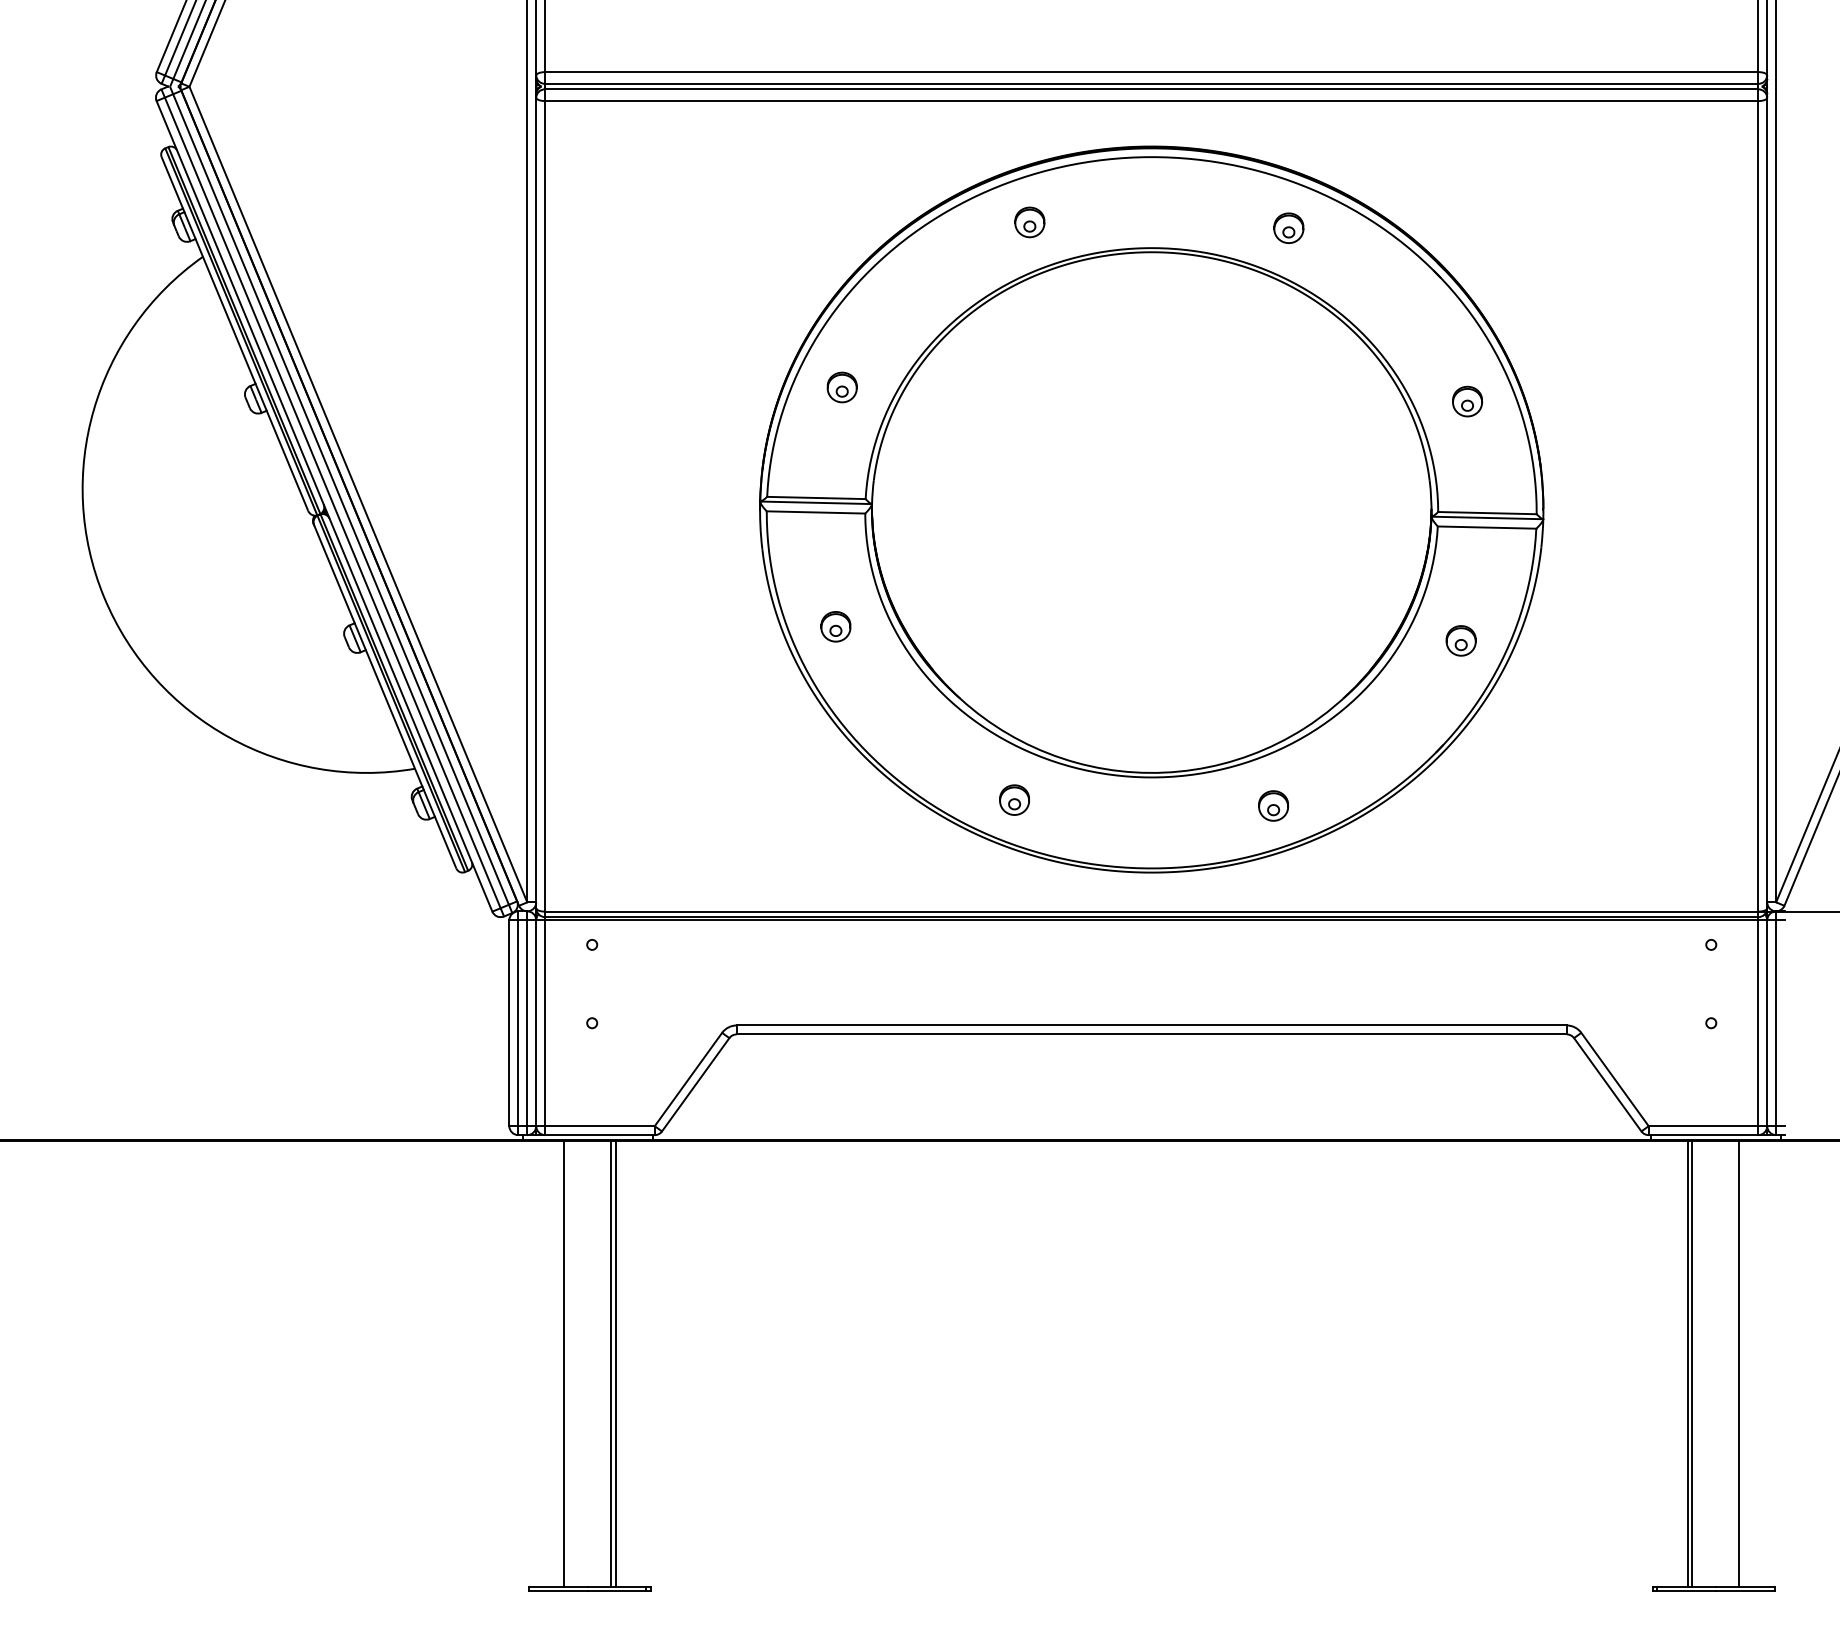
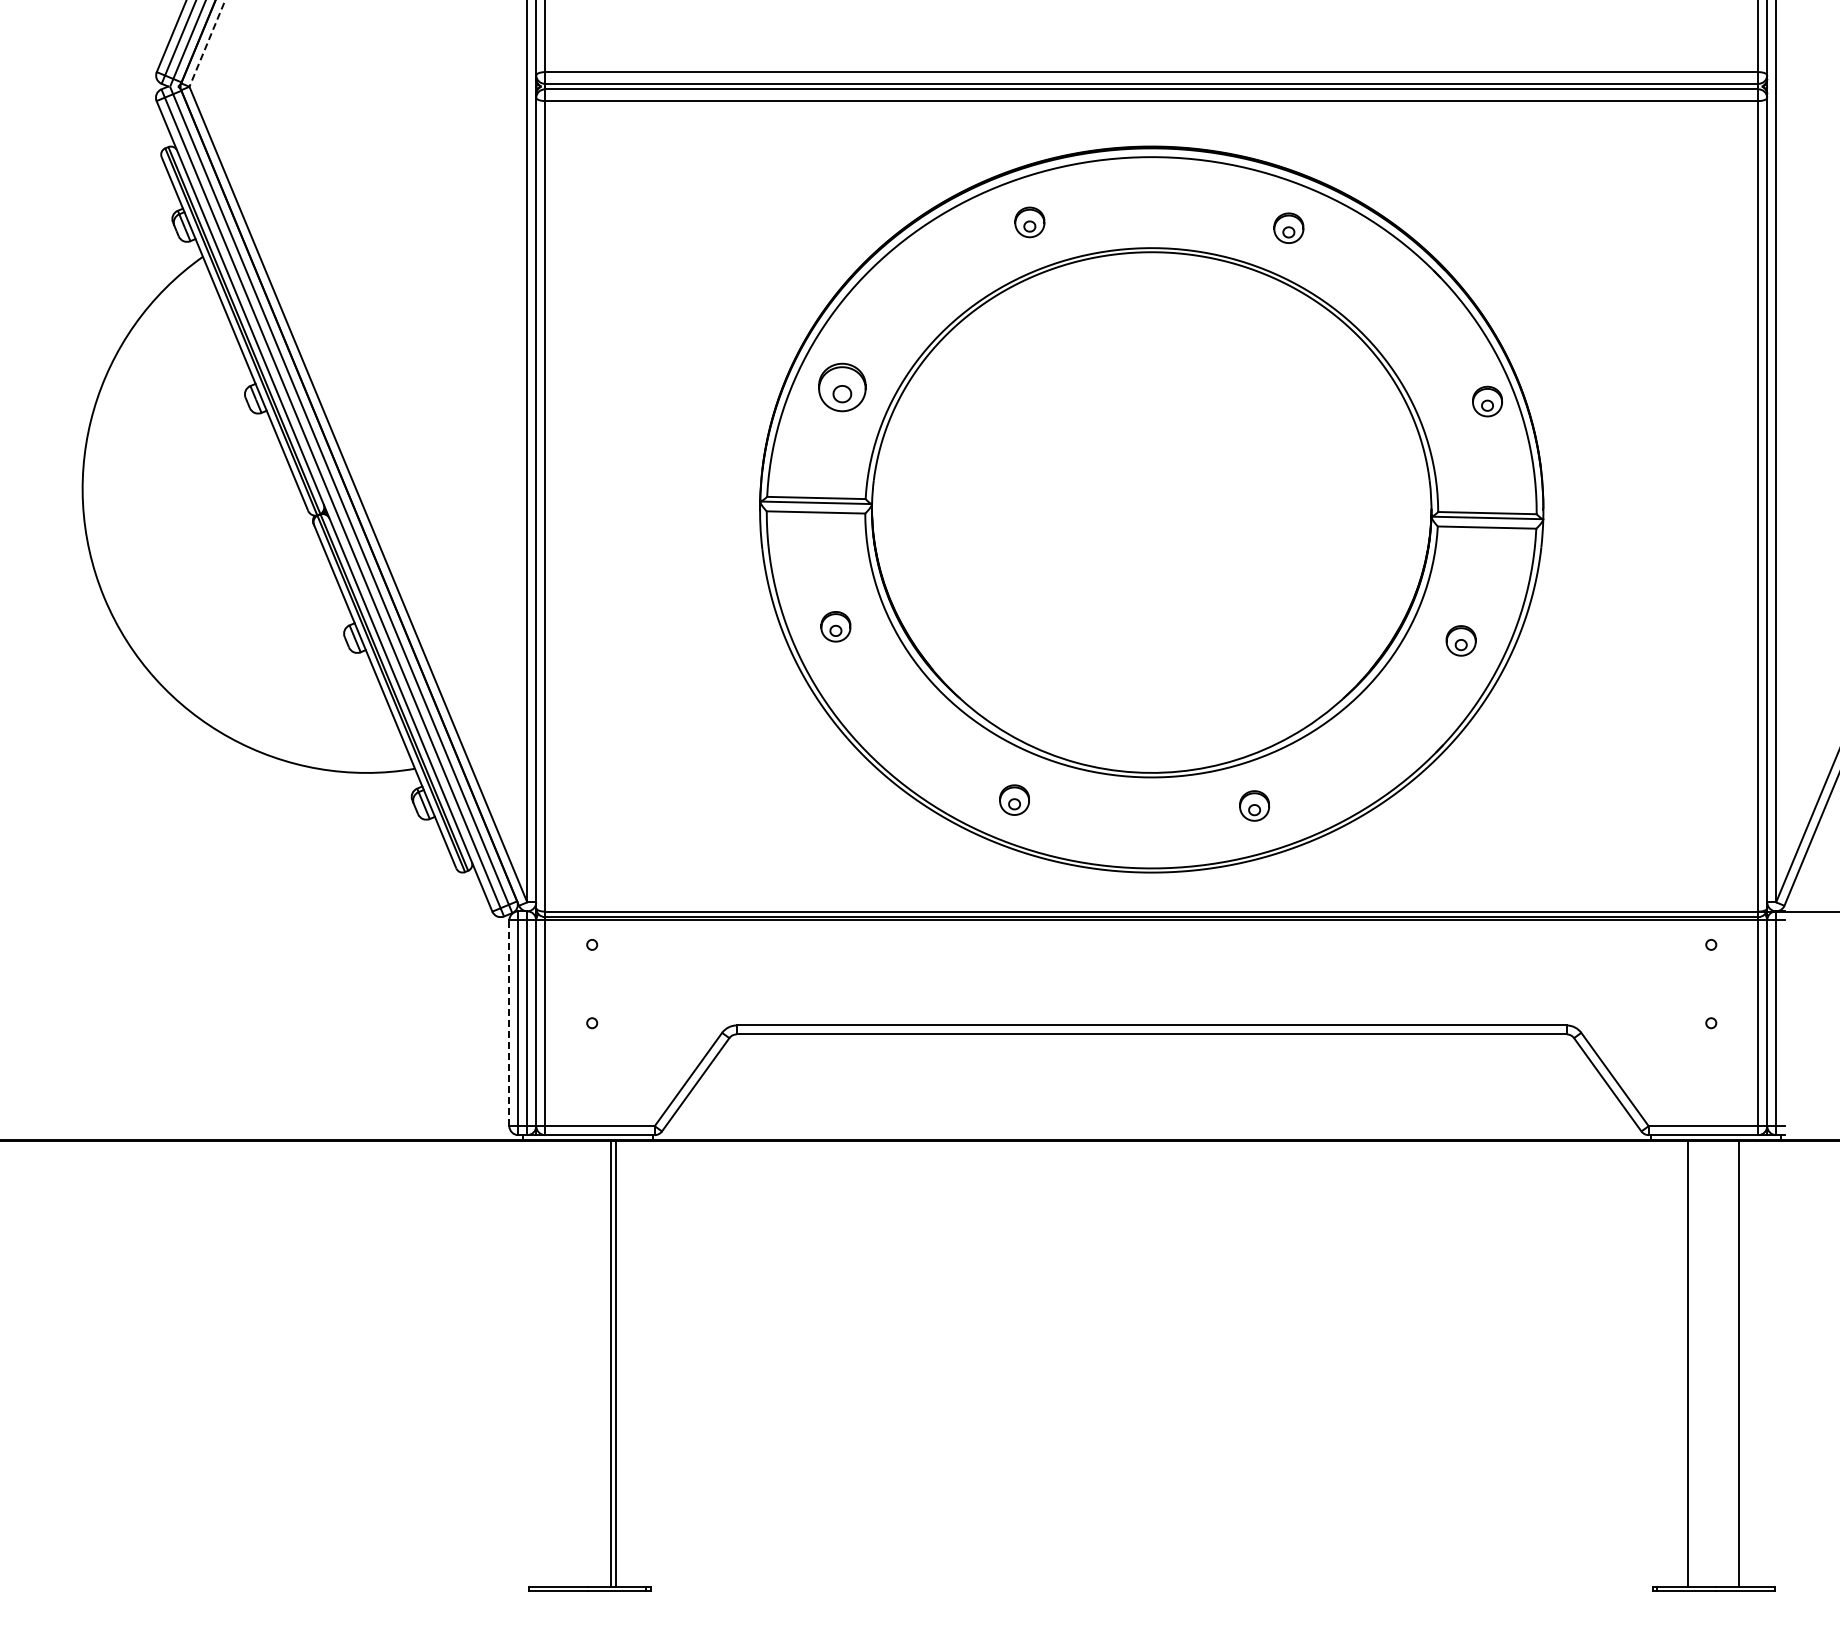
line at (207, 44): solid -> dashed
part at (841, 387) size: 32x33 px -> 49x51 px
part at (1467, 401) position: (1467, 401) -> (1487, 401)
part at (1273, 805) position: (1273, 805) -> (1254, 805)
line at (509, 1023): solid -> dashed
line at (564, 1363): present -> none
line at (1692, 1363): present -> none
